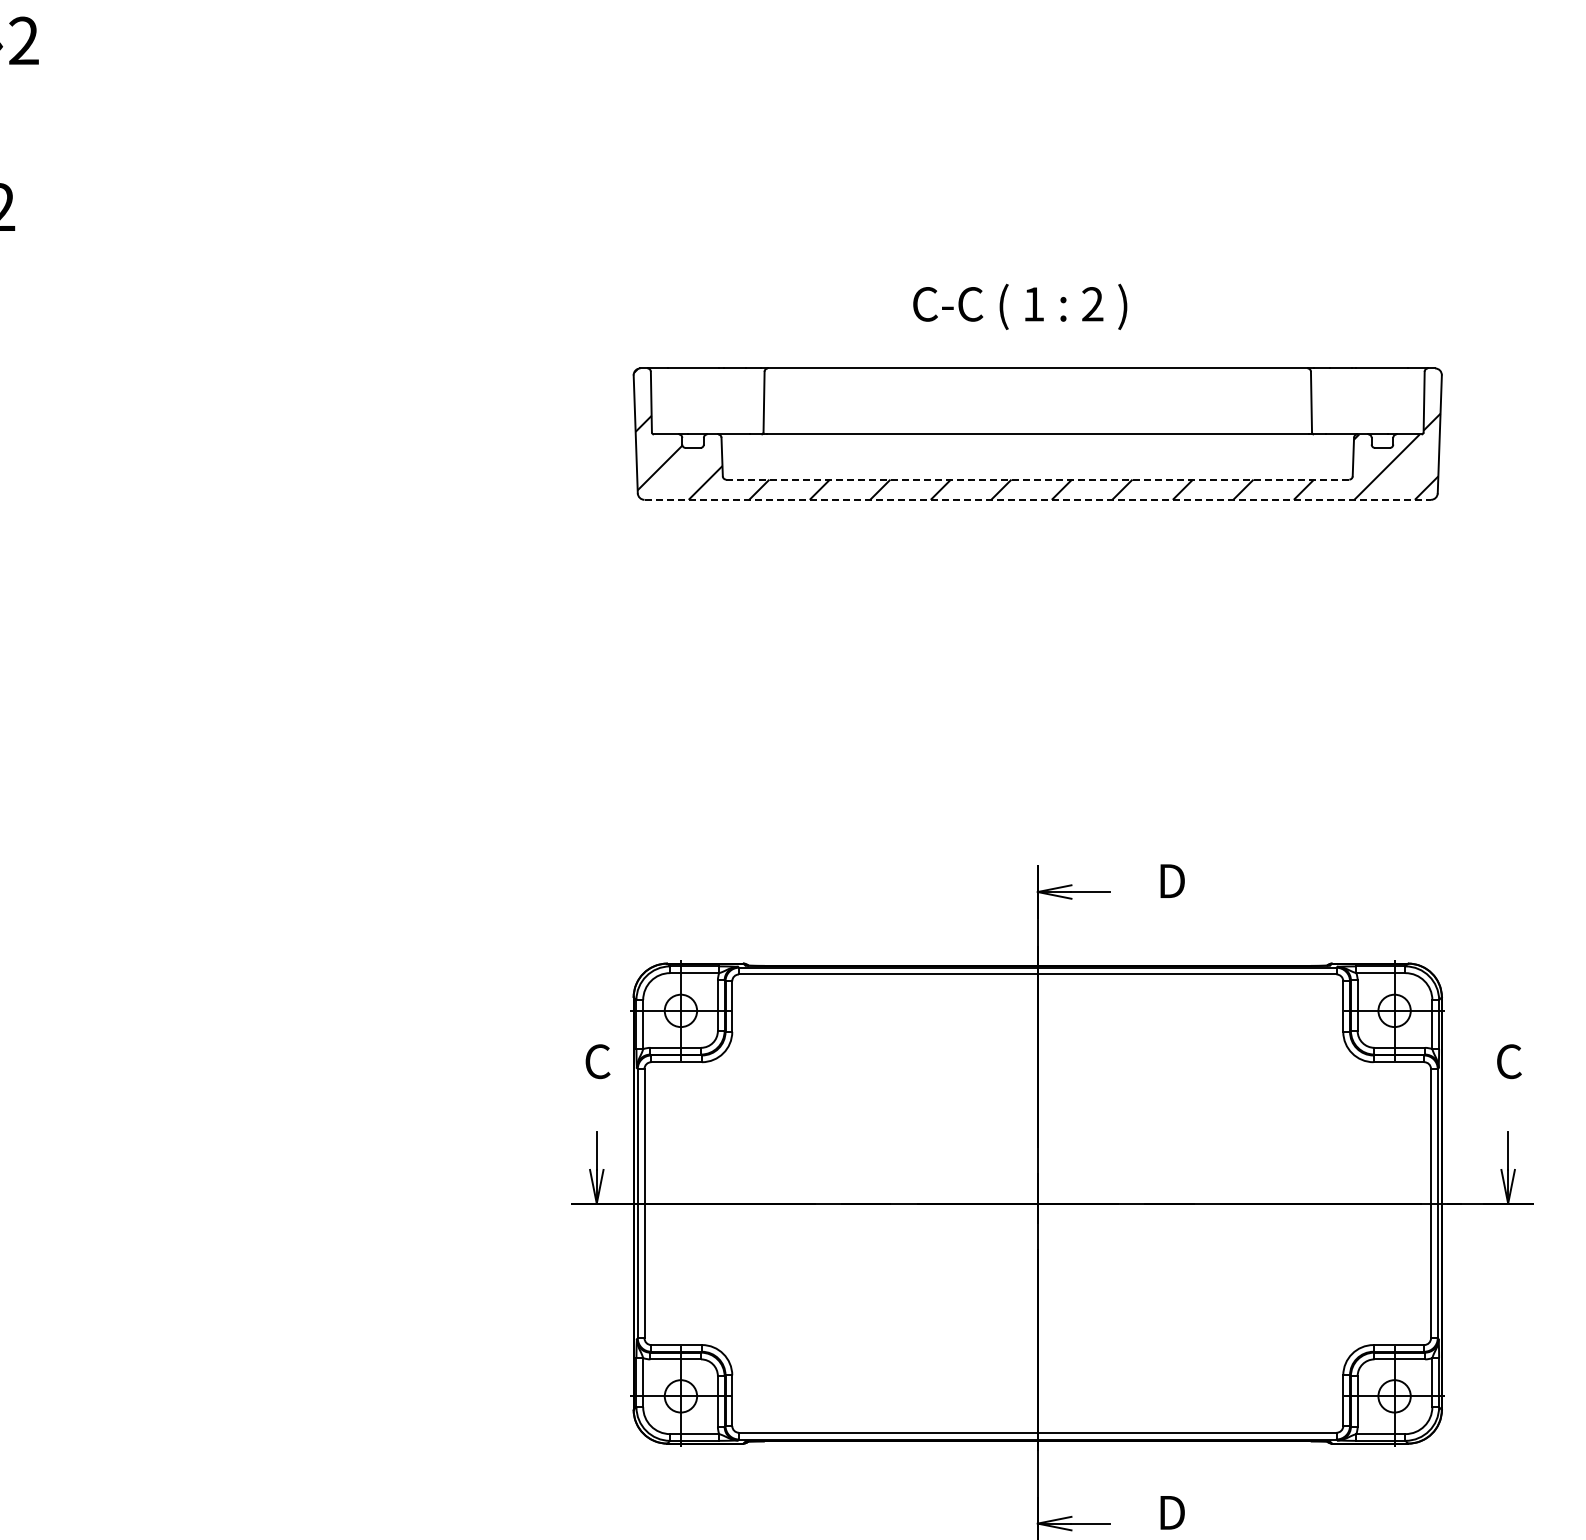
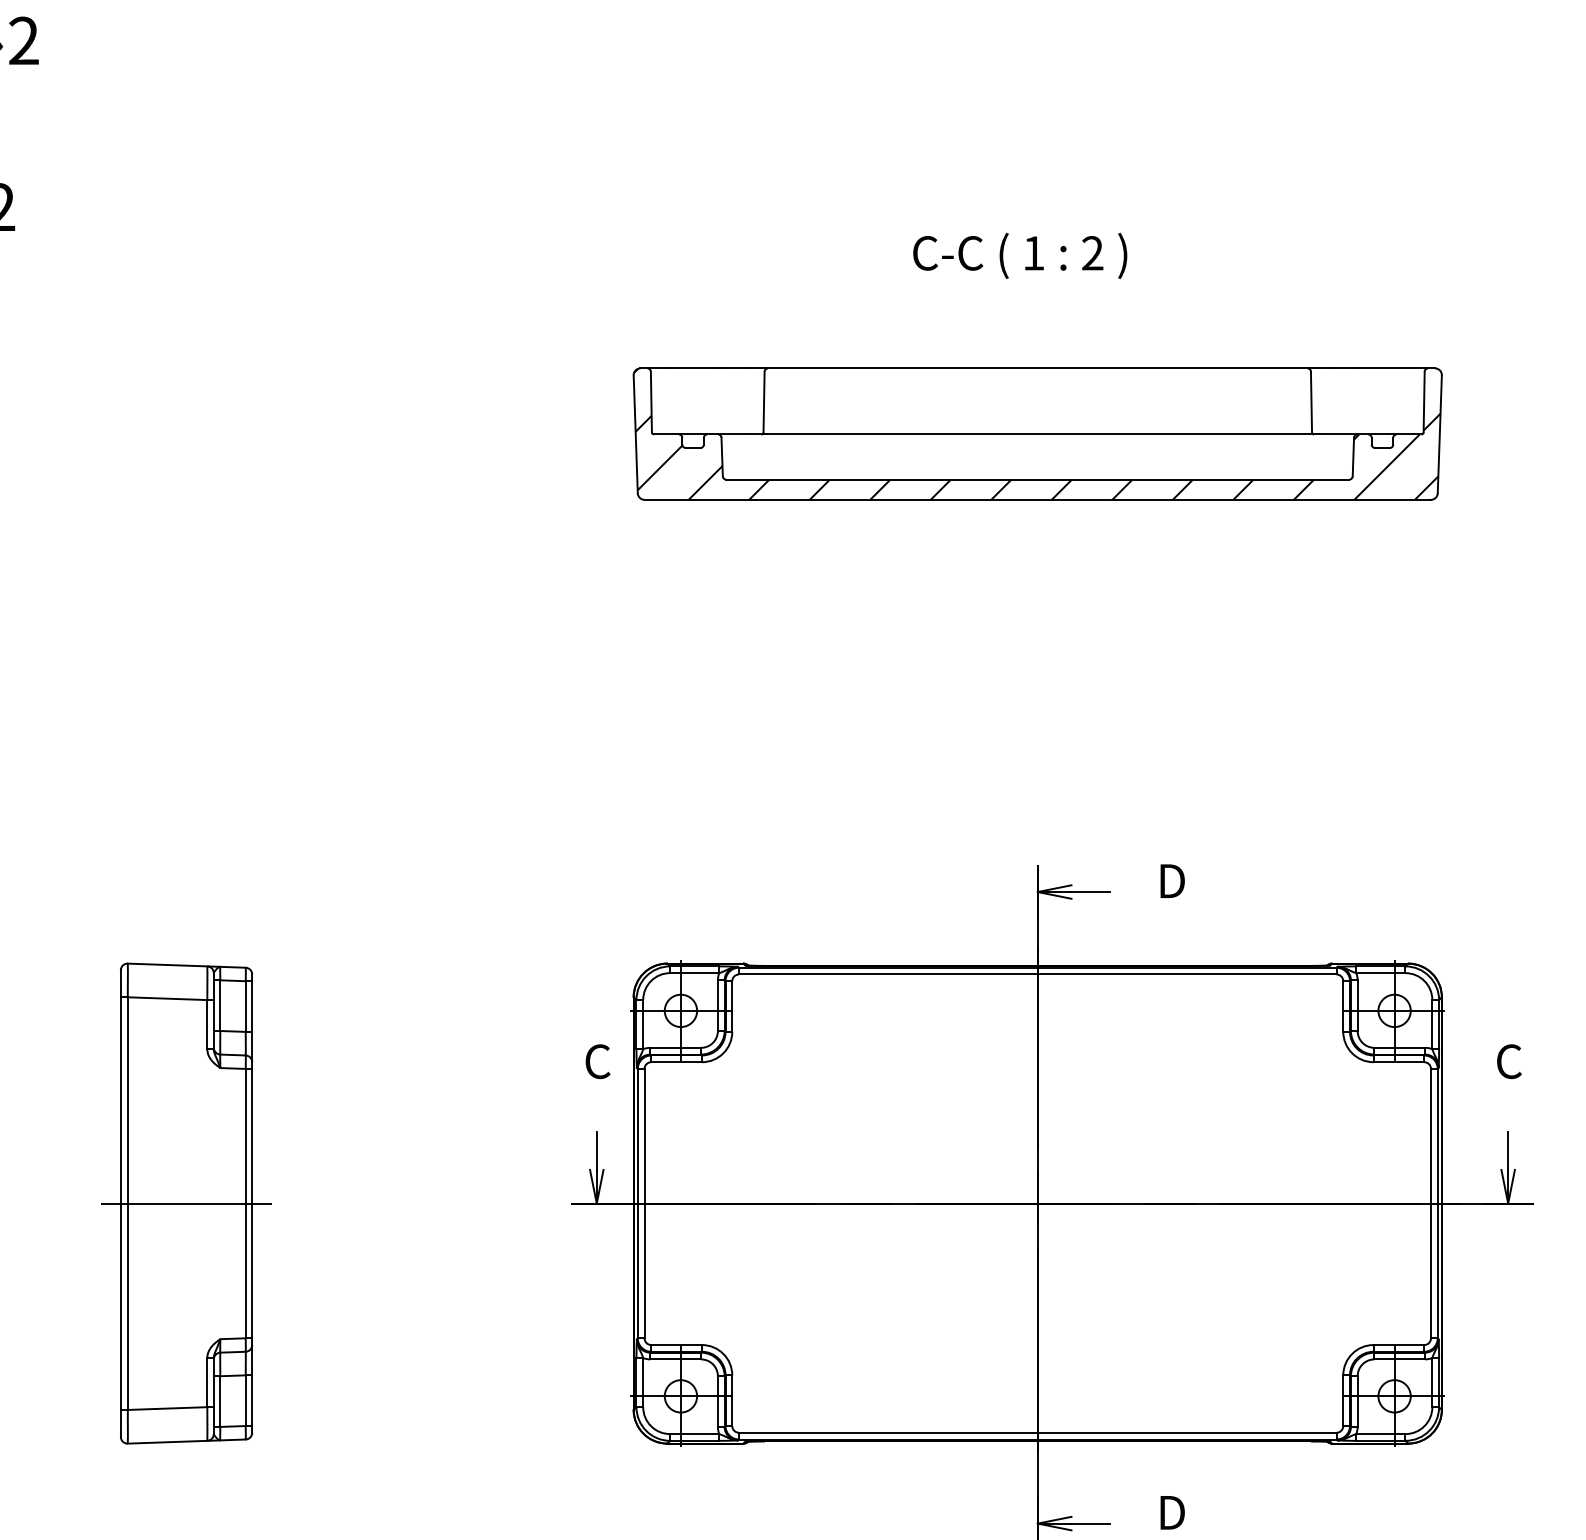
text at (1020, 306) position: (1020, 306) -> (1020, 255)
line at (1037, 479): dashed -> solid
line at (1038, 499): dashed -> solid
part at (186, 1203): none -> present
